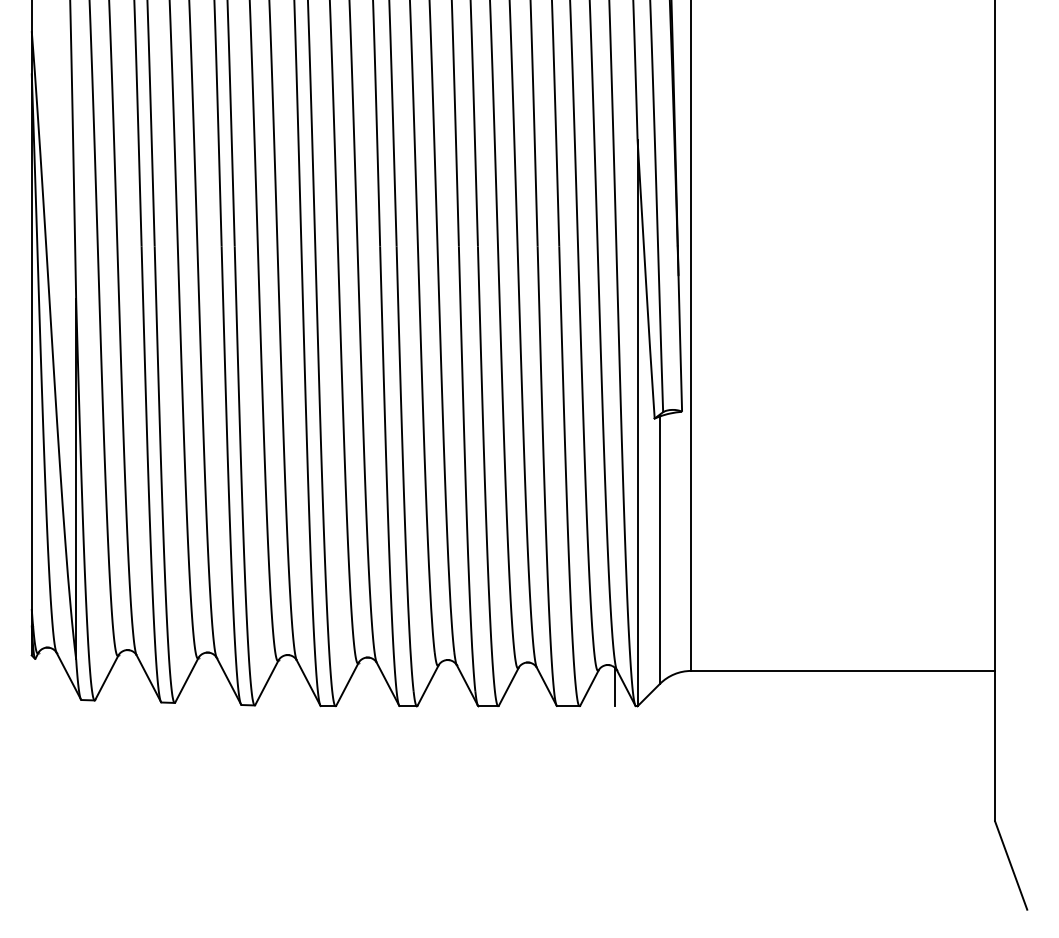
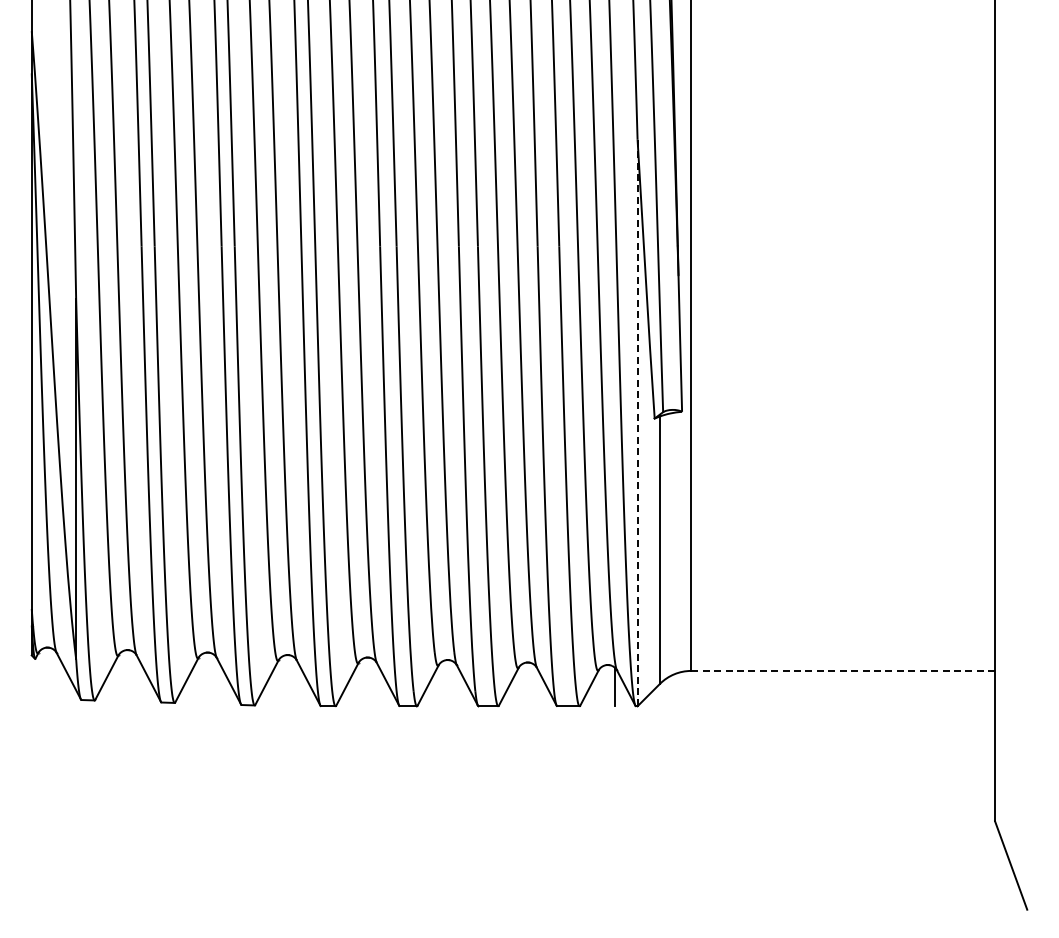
line at (637, 423): solid -> dashed
line at (843, 670): solid -> dashed
